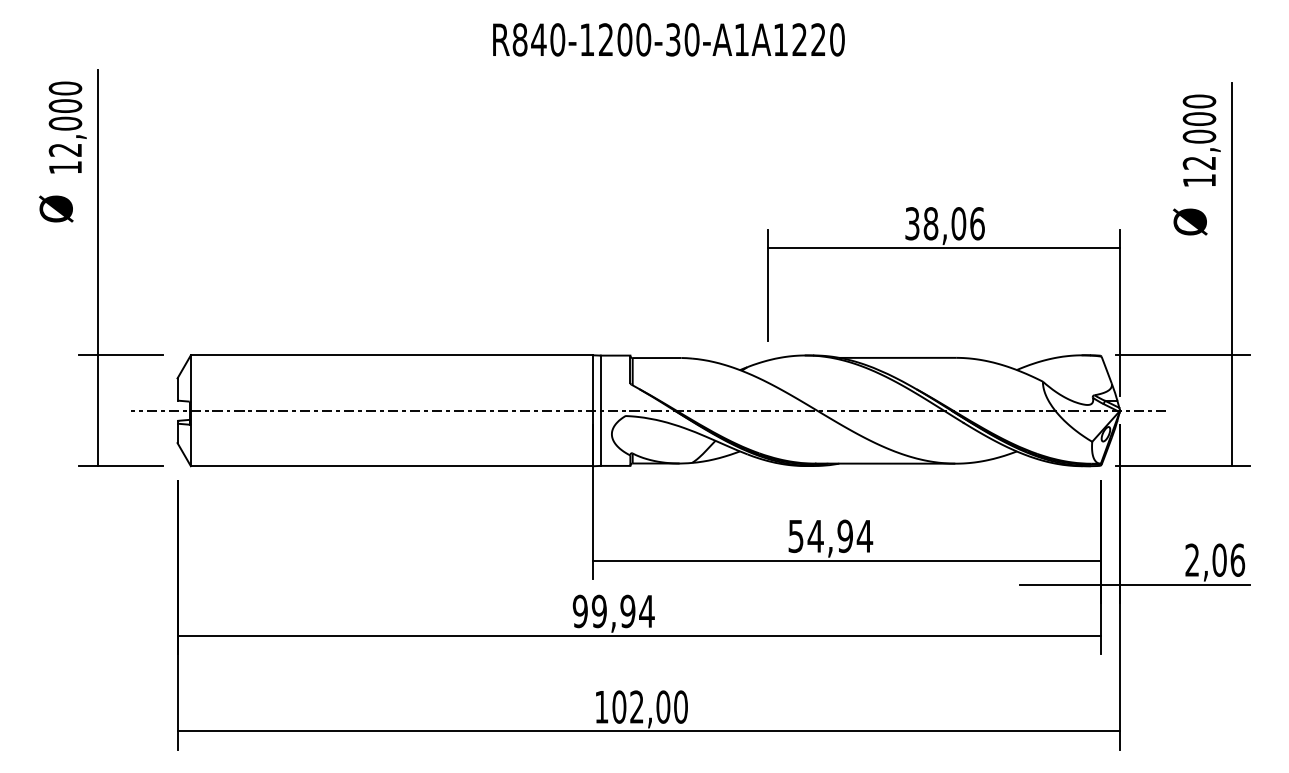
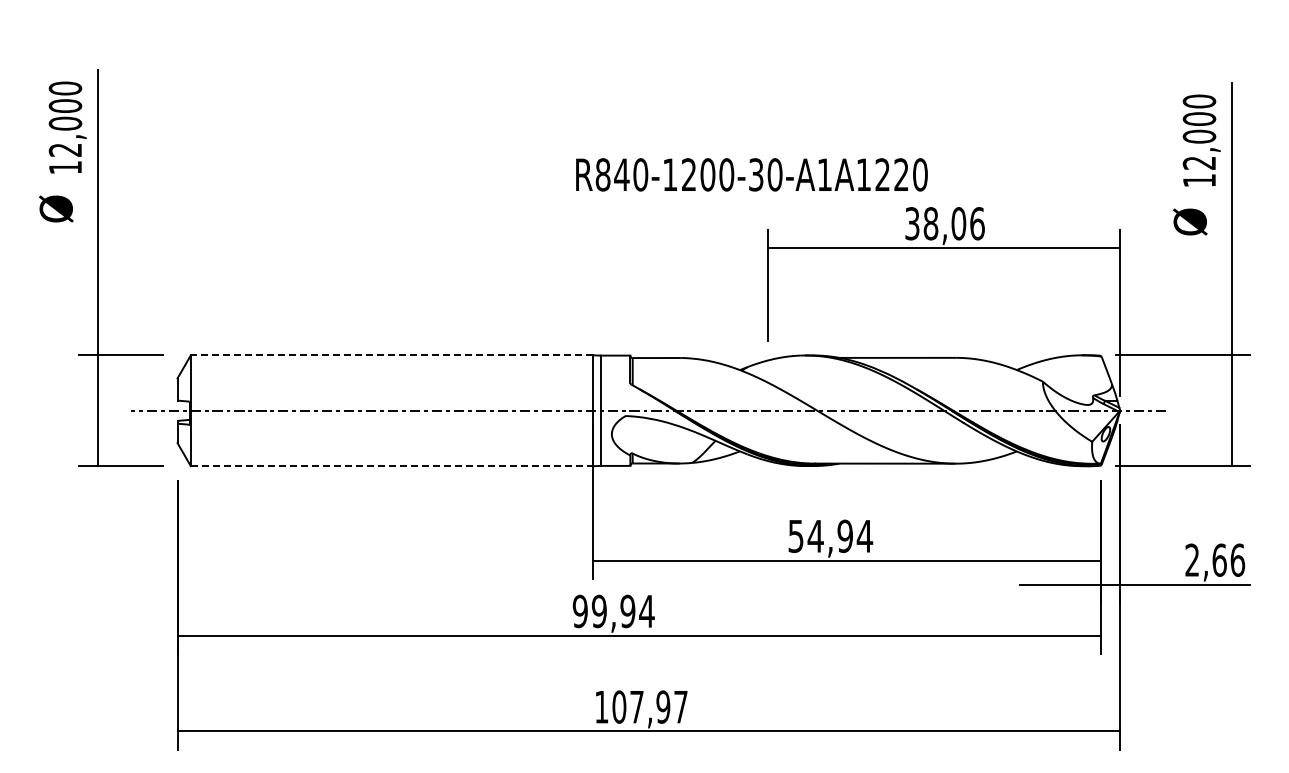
text at (668, 39) position: (668, 39) -> (751, 174)
line at (391, 355): solid -> dashed
line at (392, 466): solid -> dashed
text at (1219, 559): 2,06 -> 2,66
text at (658, 706): 102,00 -> 107,97
